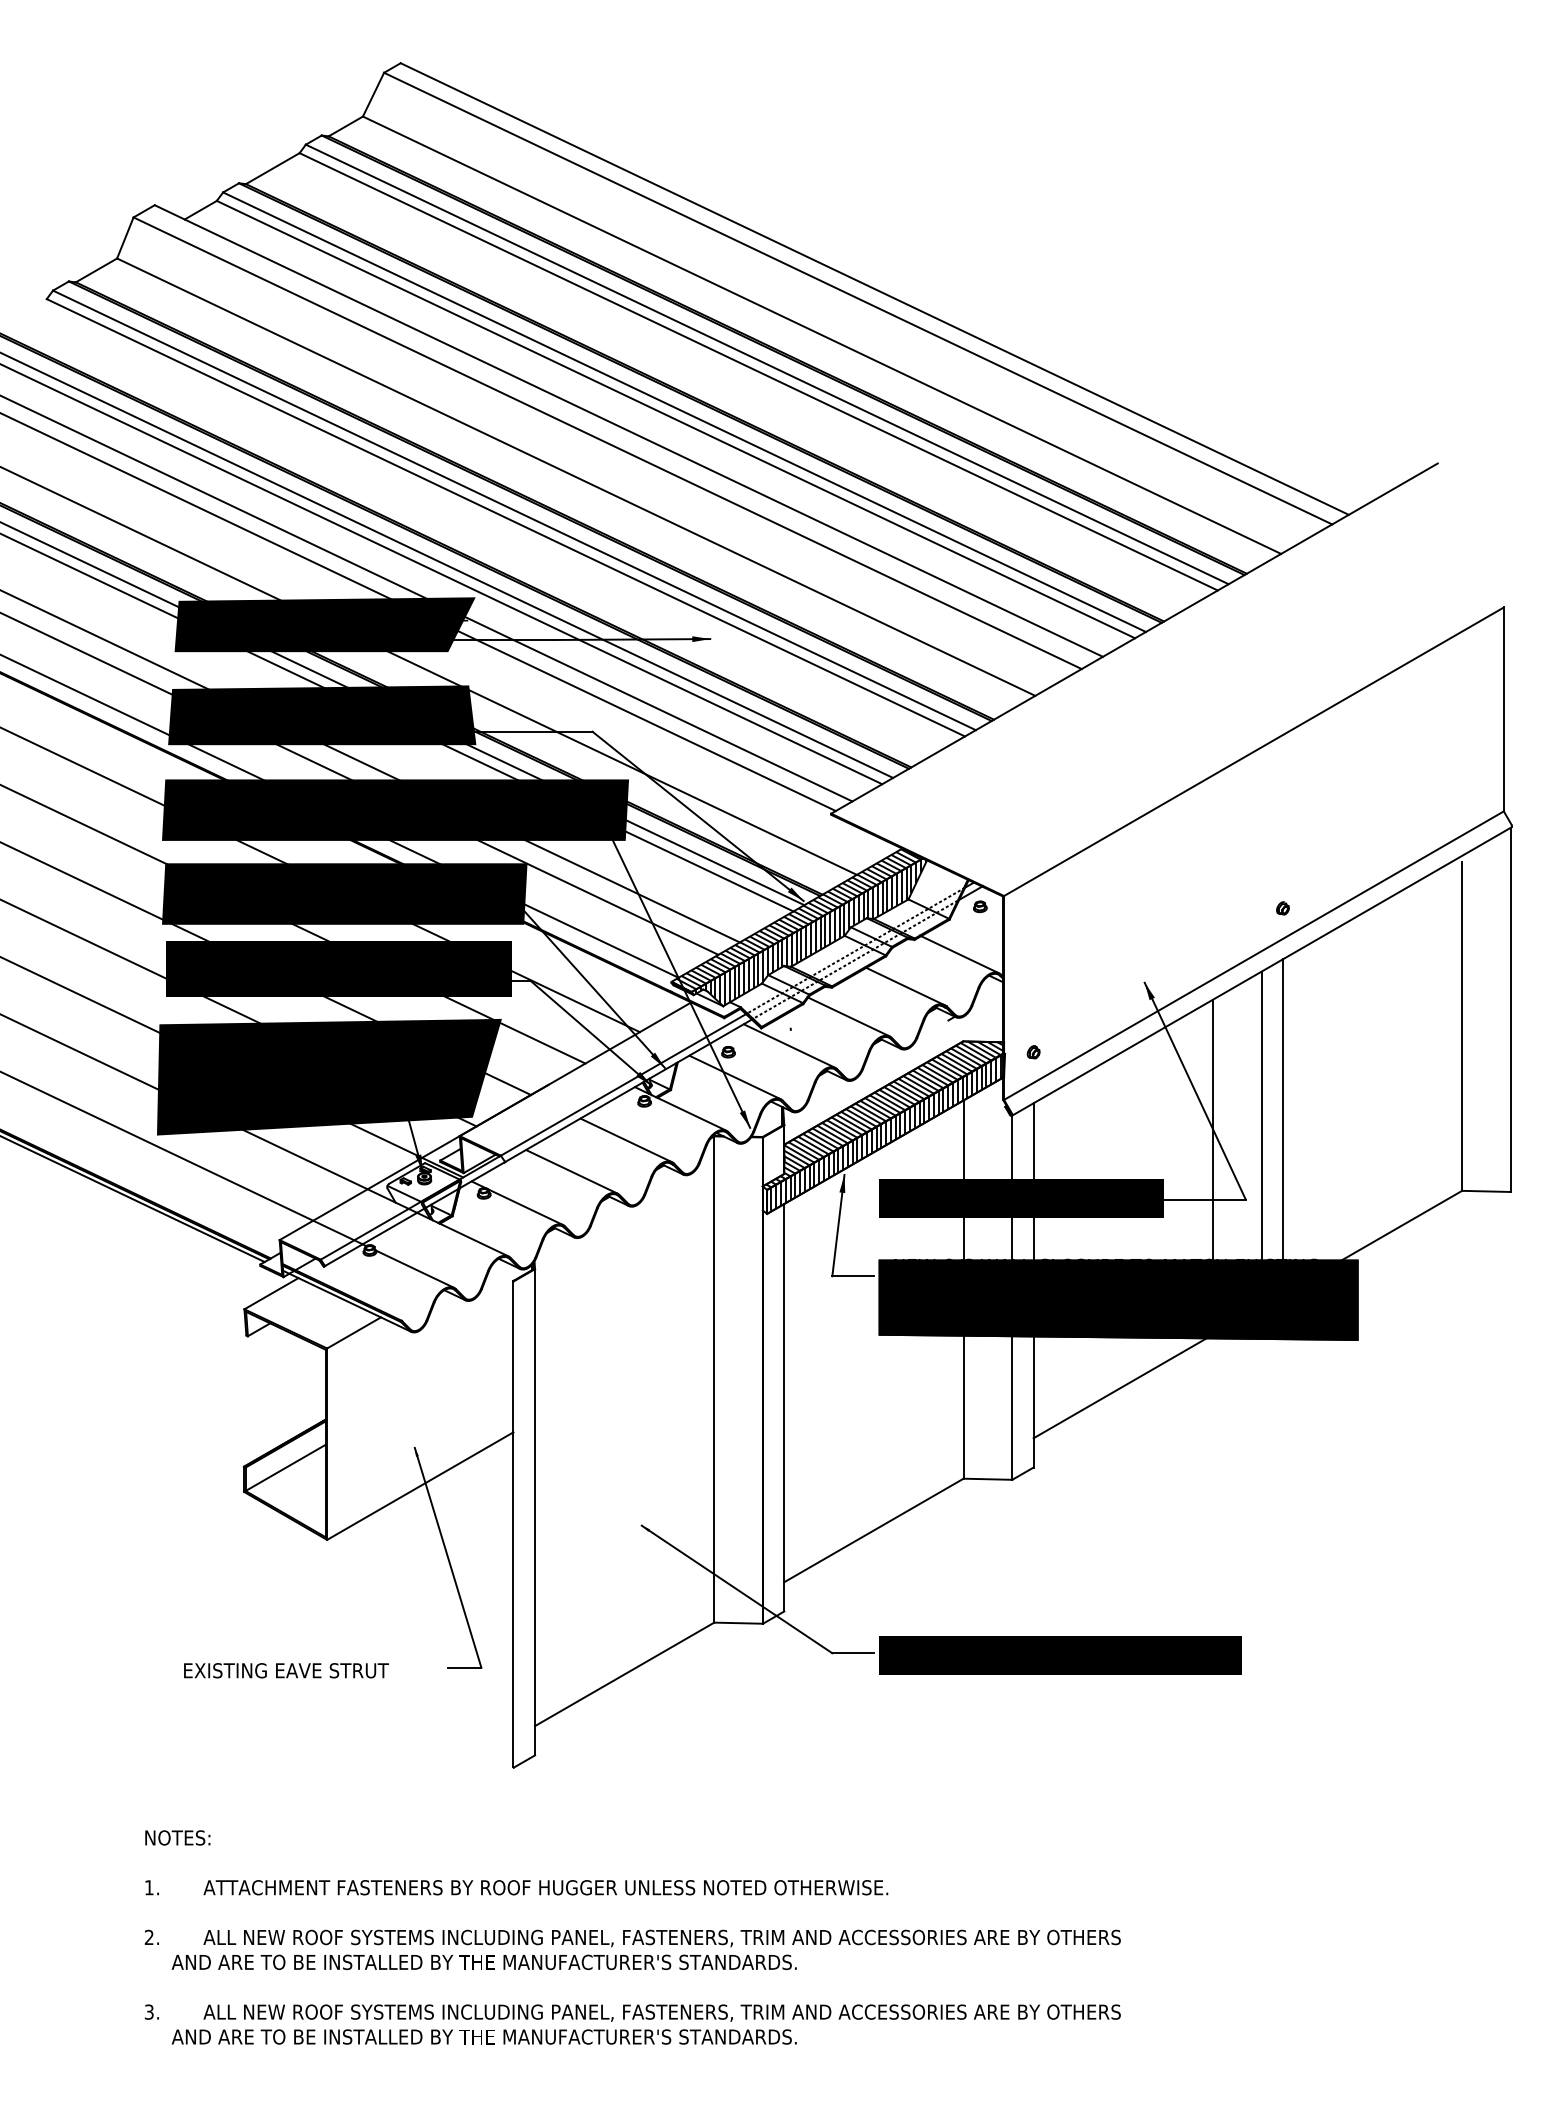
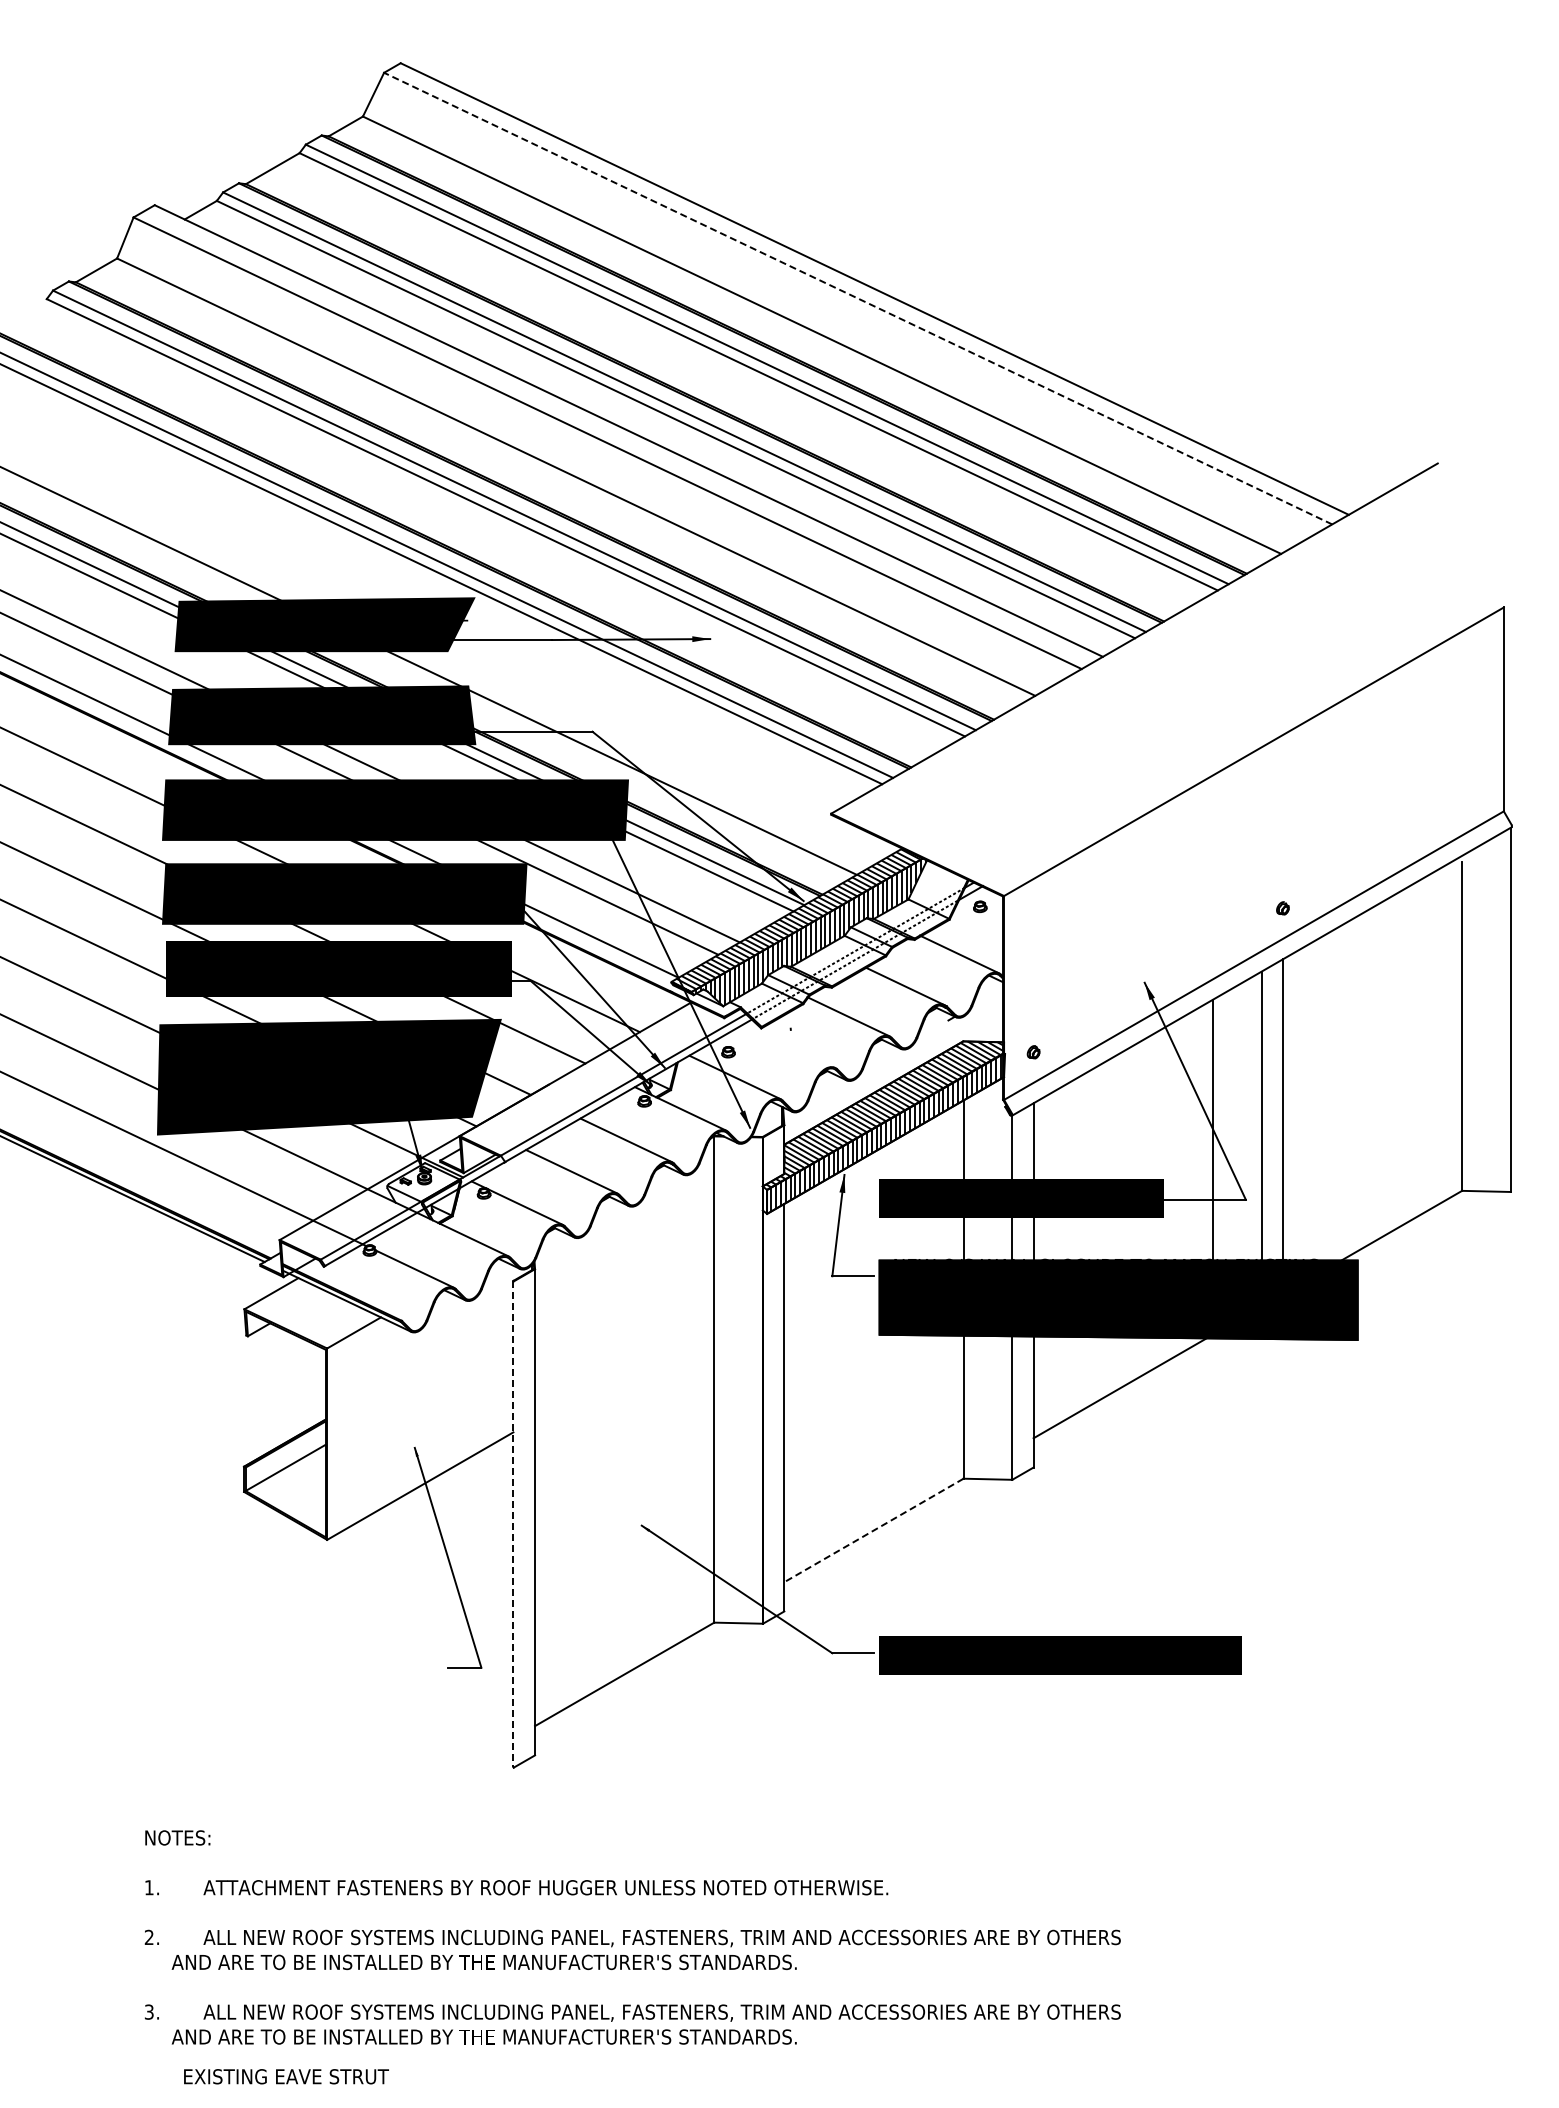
line at (857, 298): solid -> dashed
line at (427, 598): present -> none
line at (418, 612): present -> none
line at (789, 1045): present -> none
line at (513, 1524): solid -> dashed
line at (873, 1530): solid -> dashed
text at (286, 1670) position: (286, 1670) -> (286, 2076)
